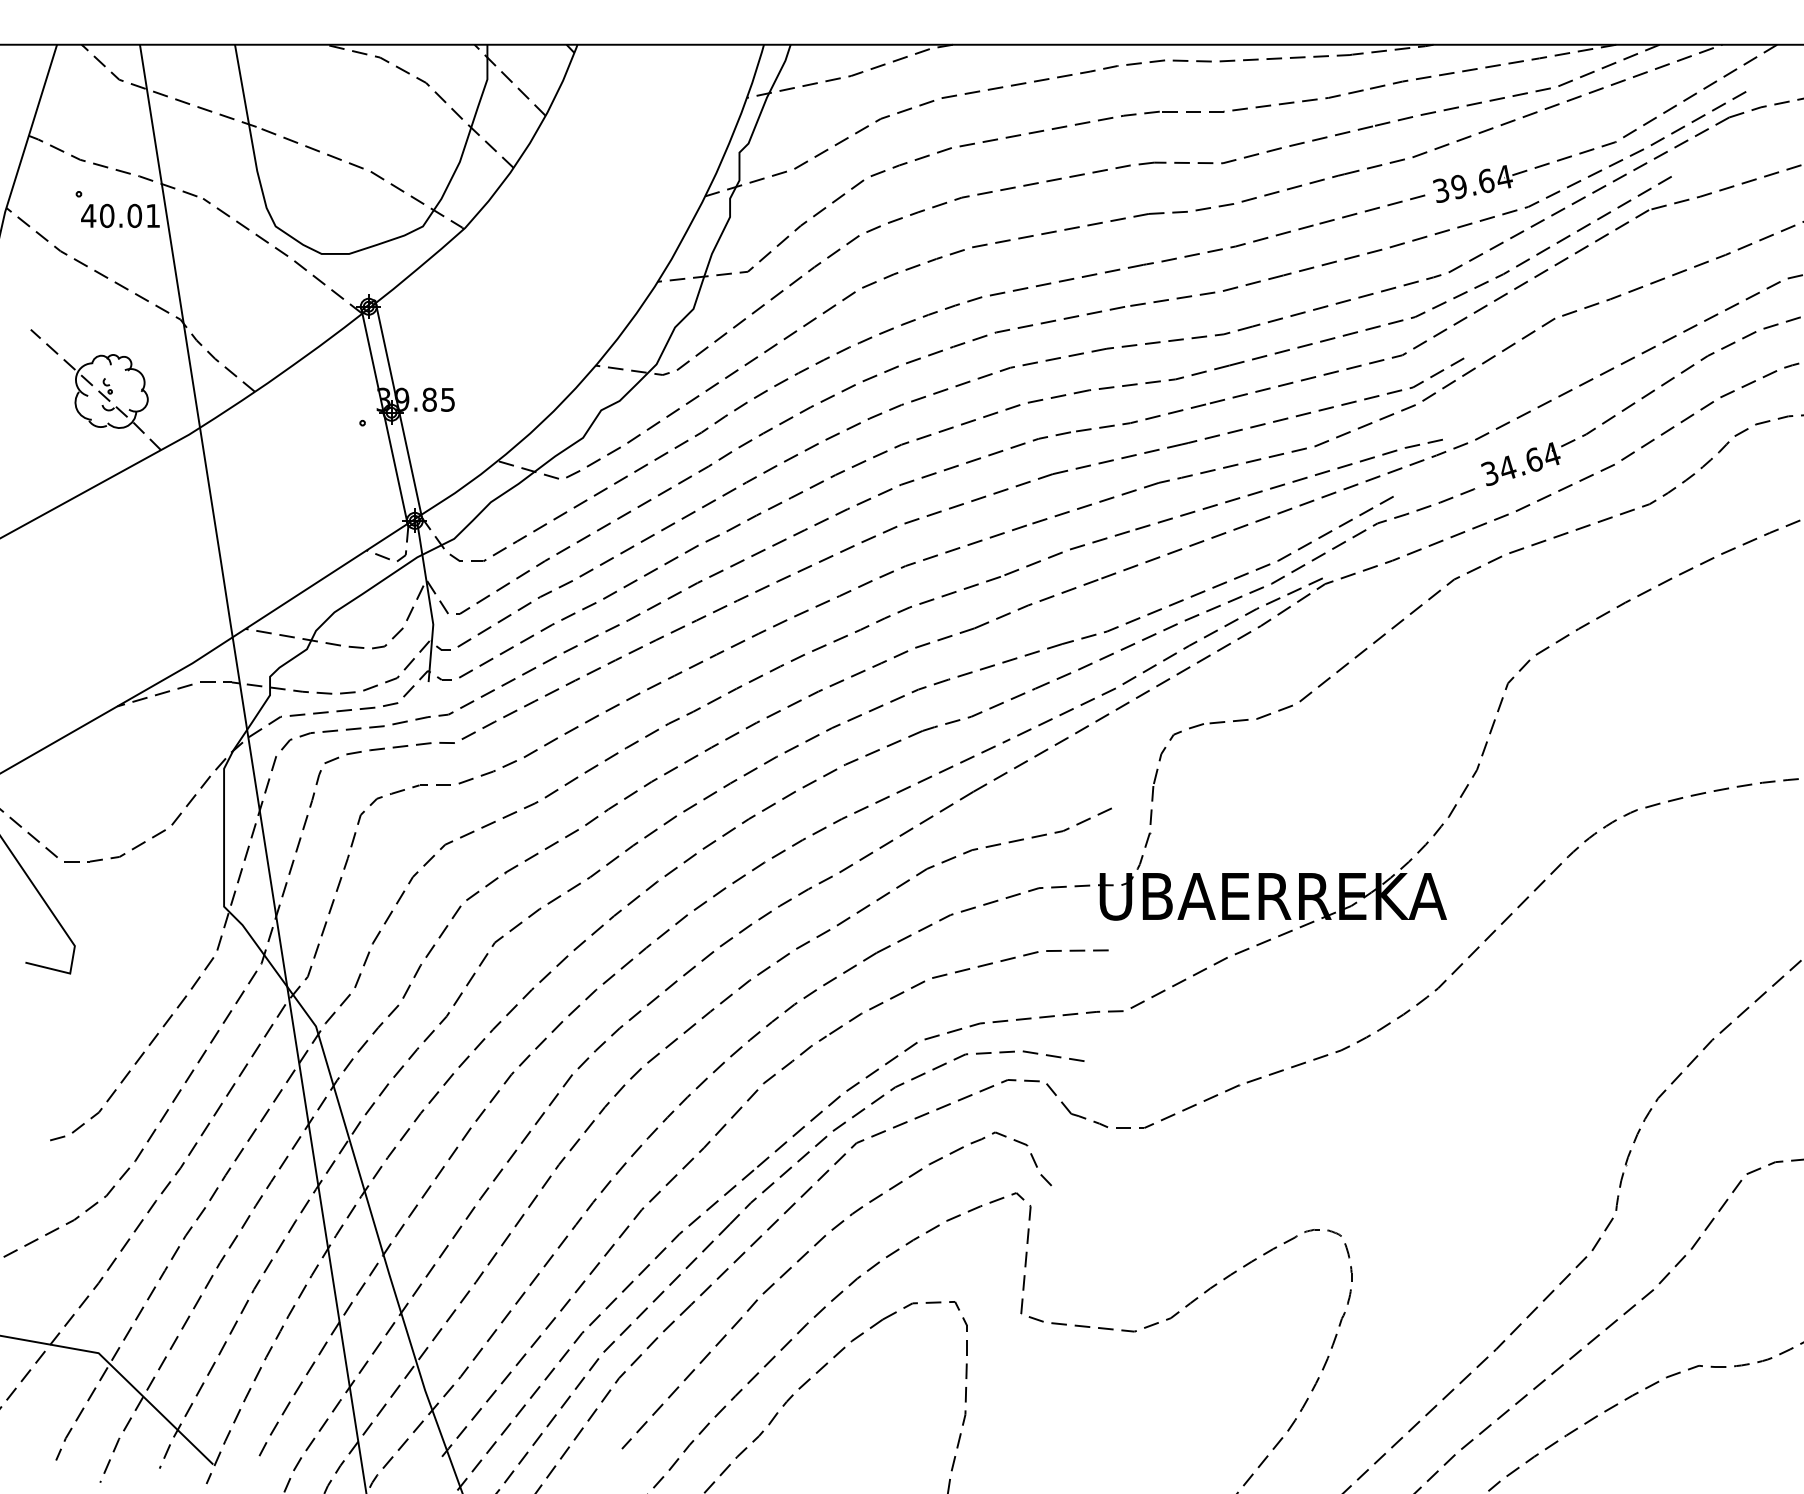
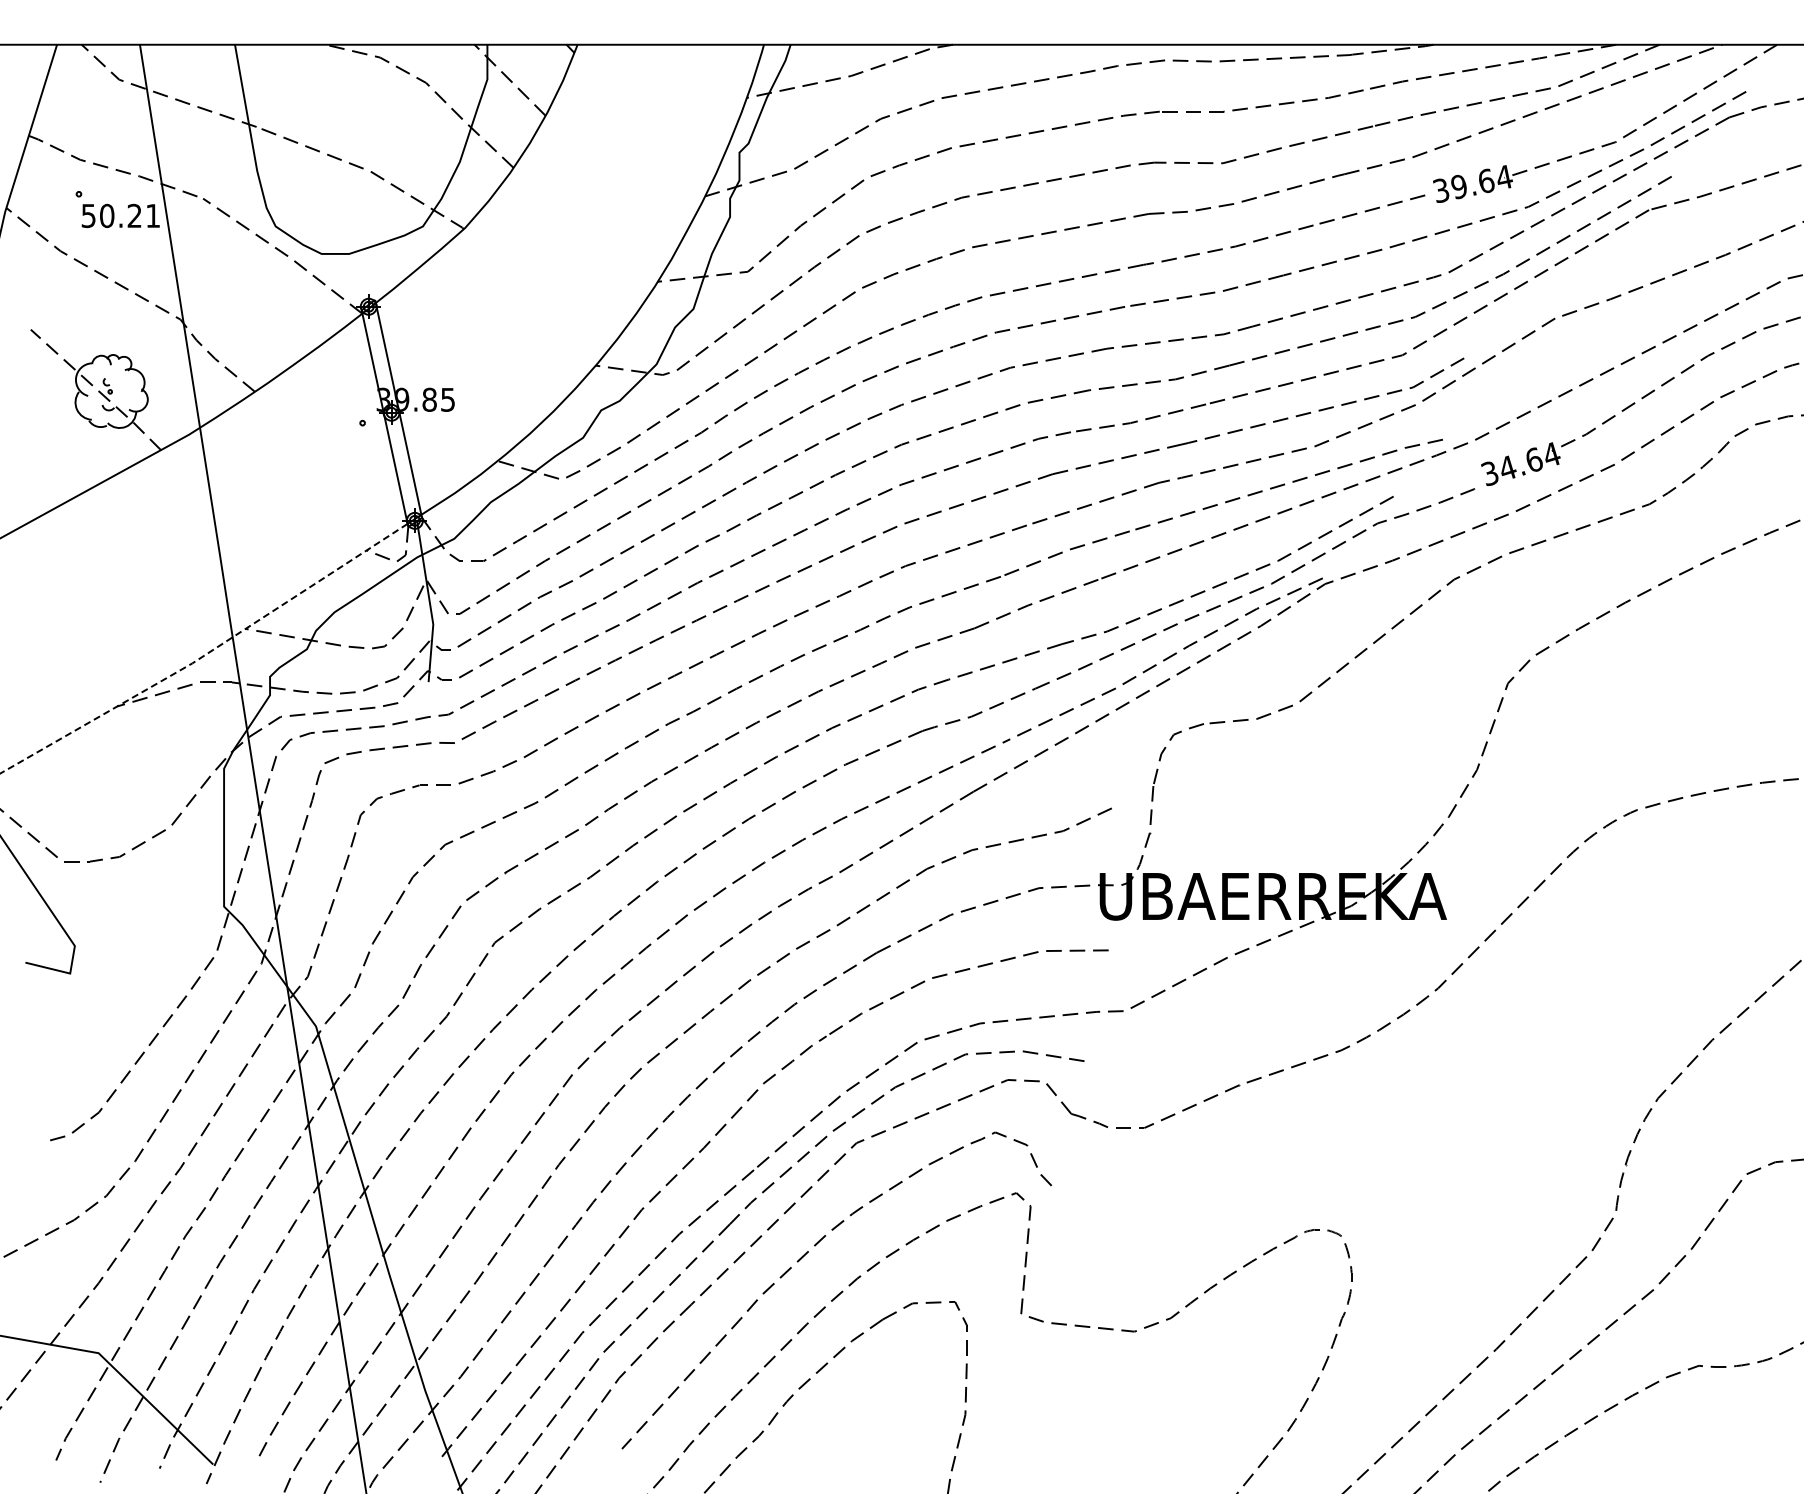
text at (111, 215): 40.01 -> 50.21
line at (206, 654): solid -> dashed
